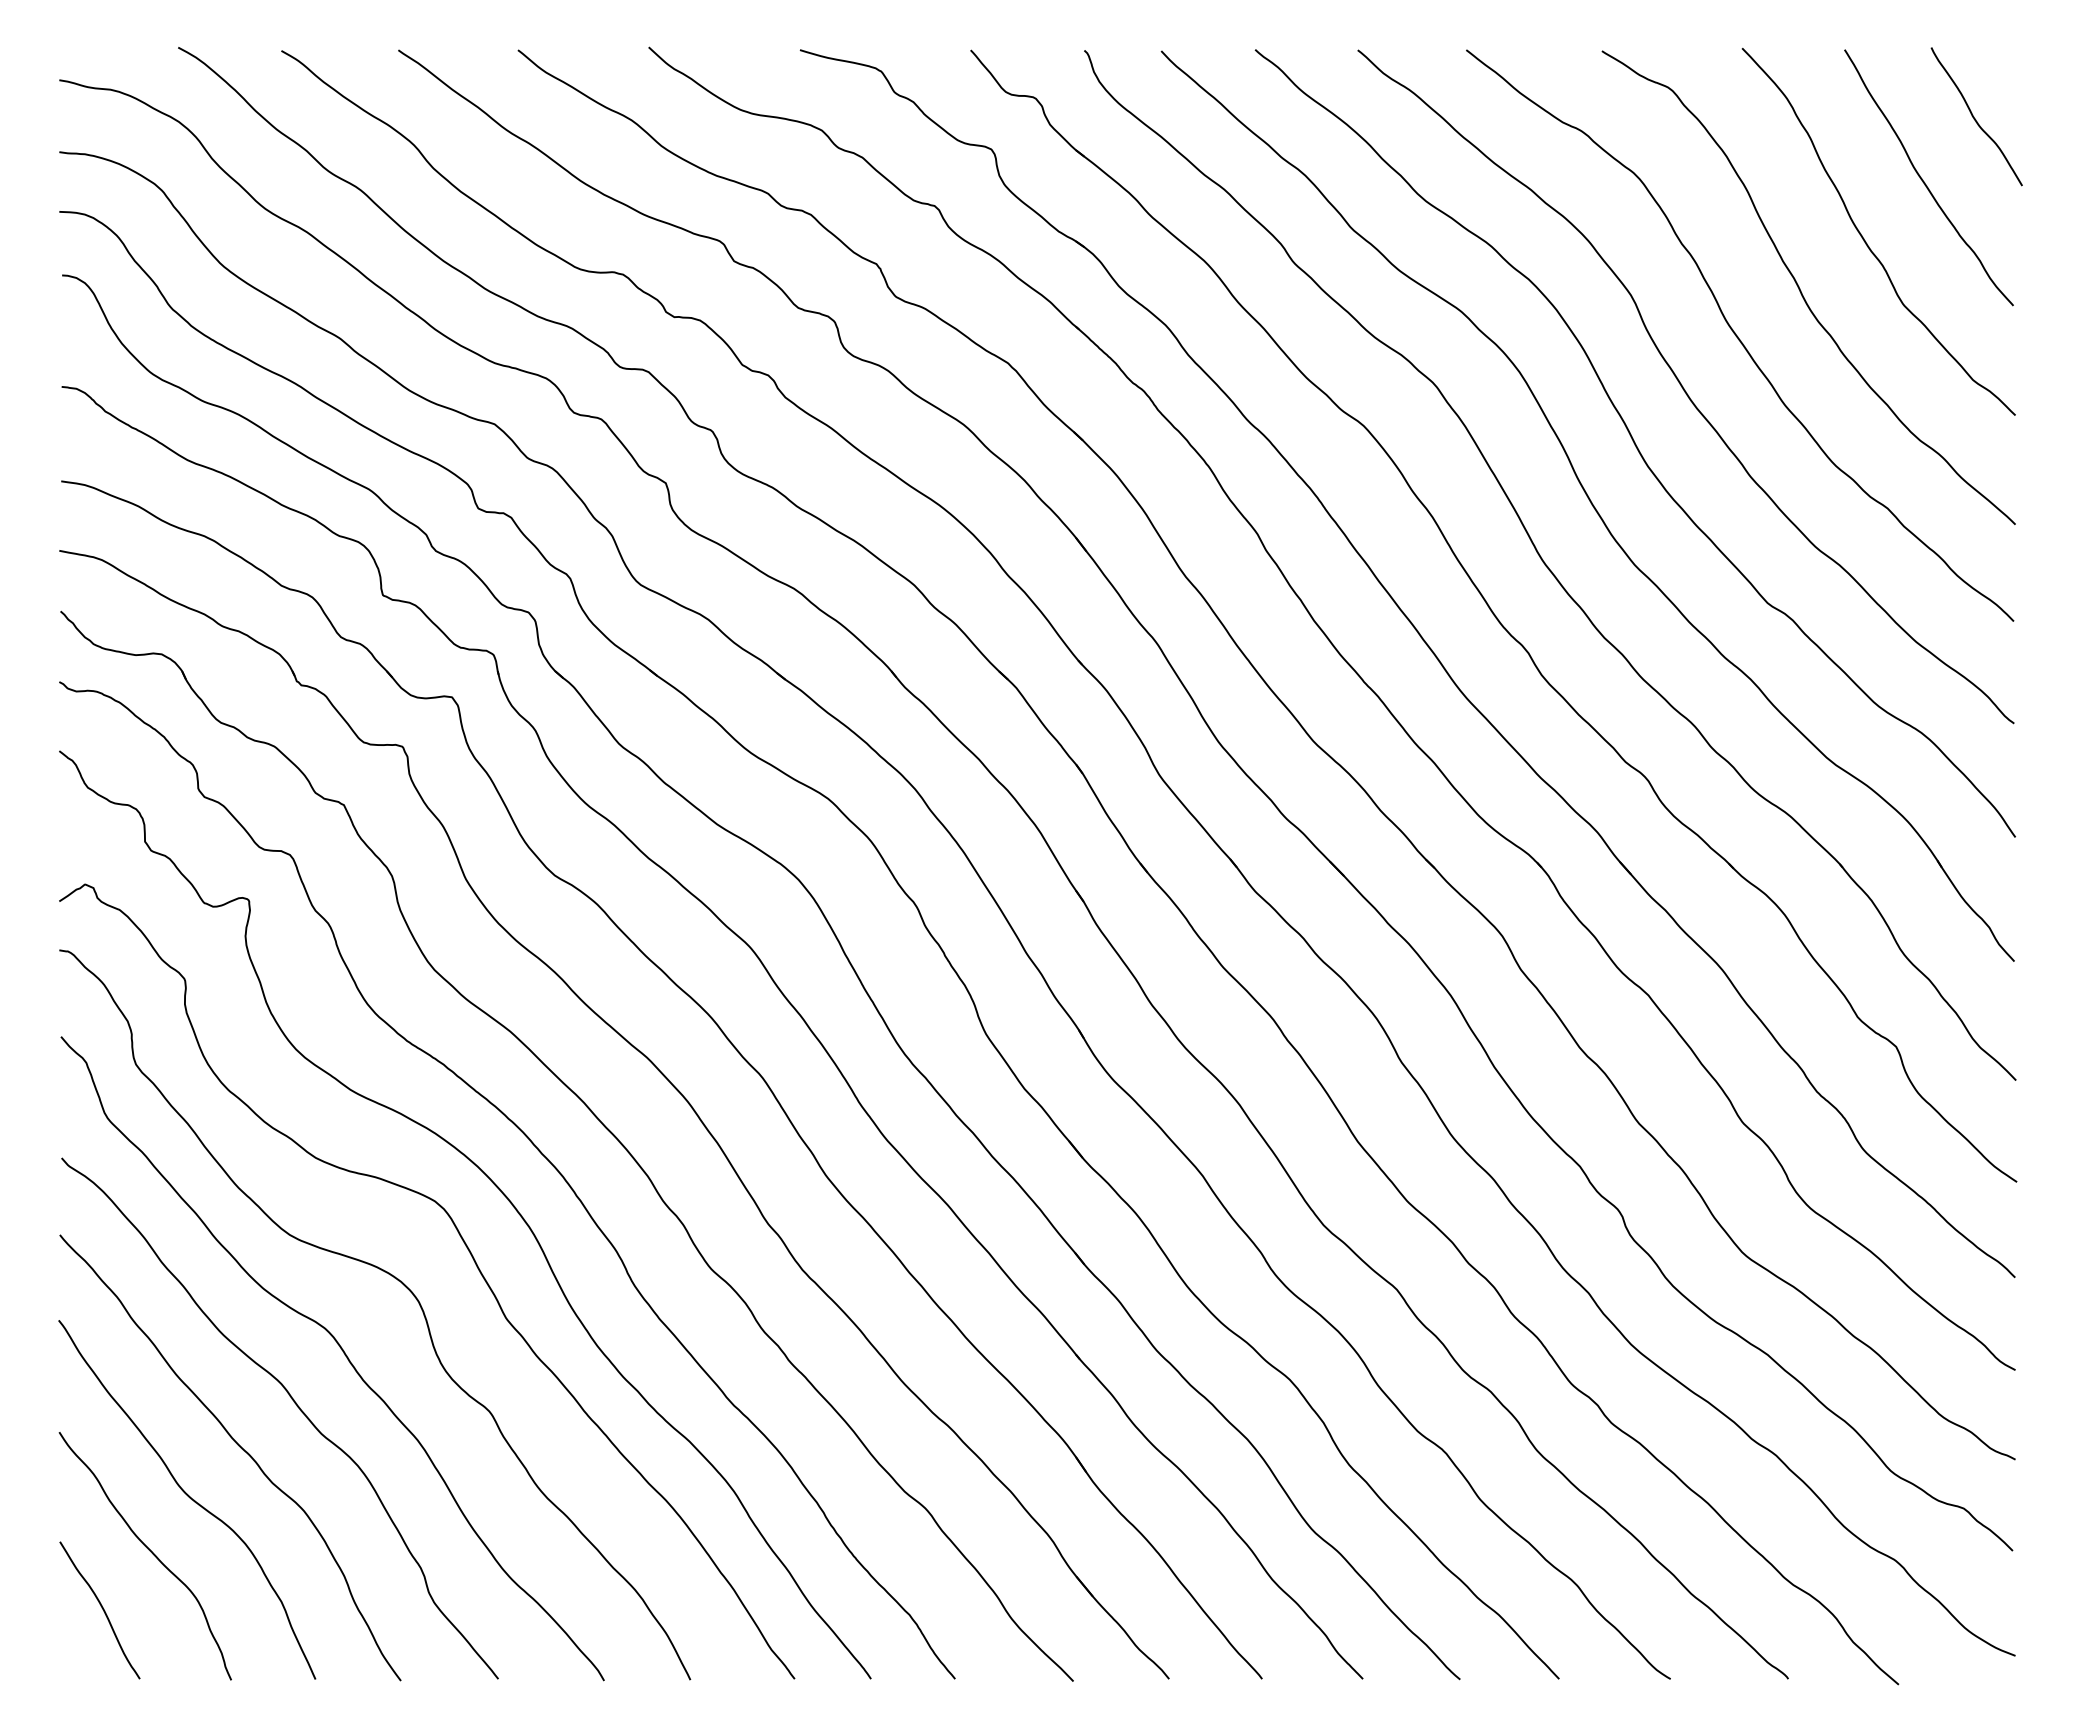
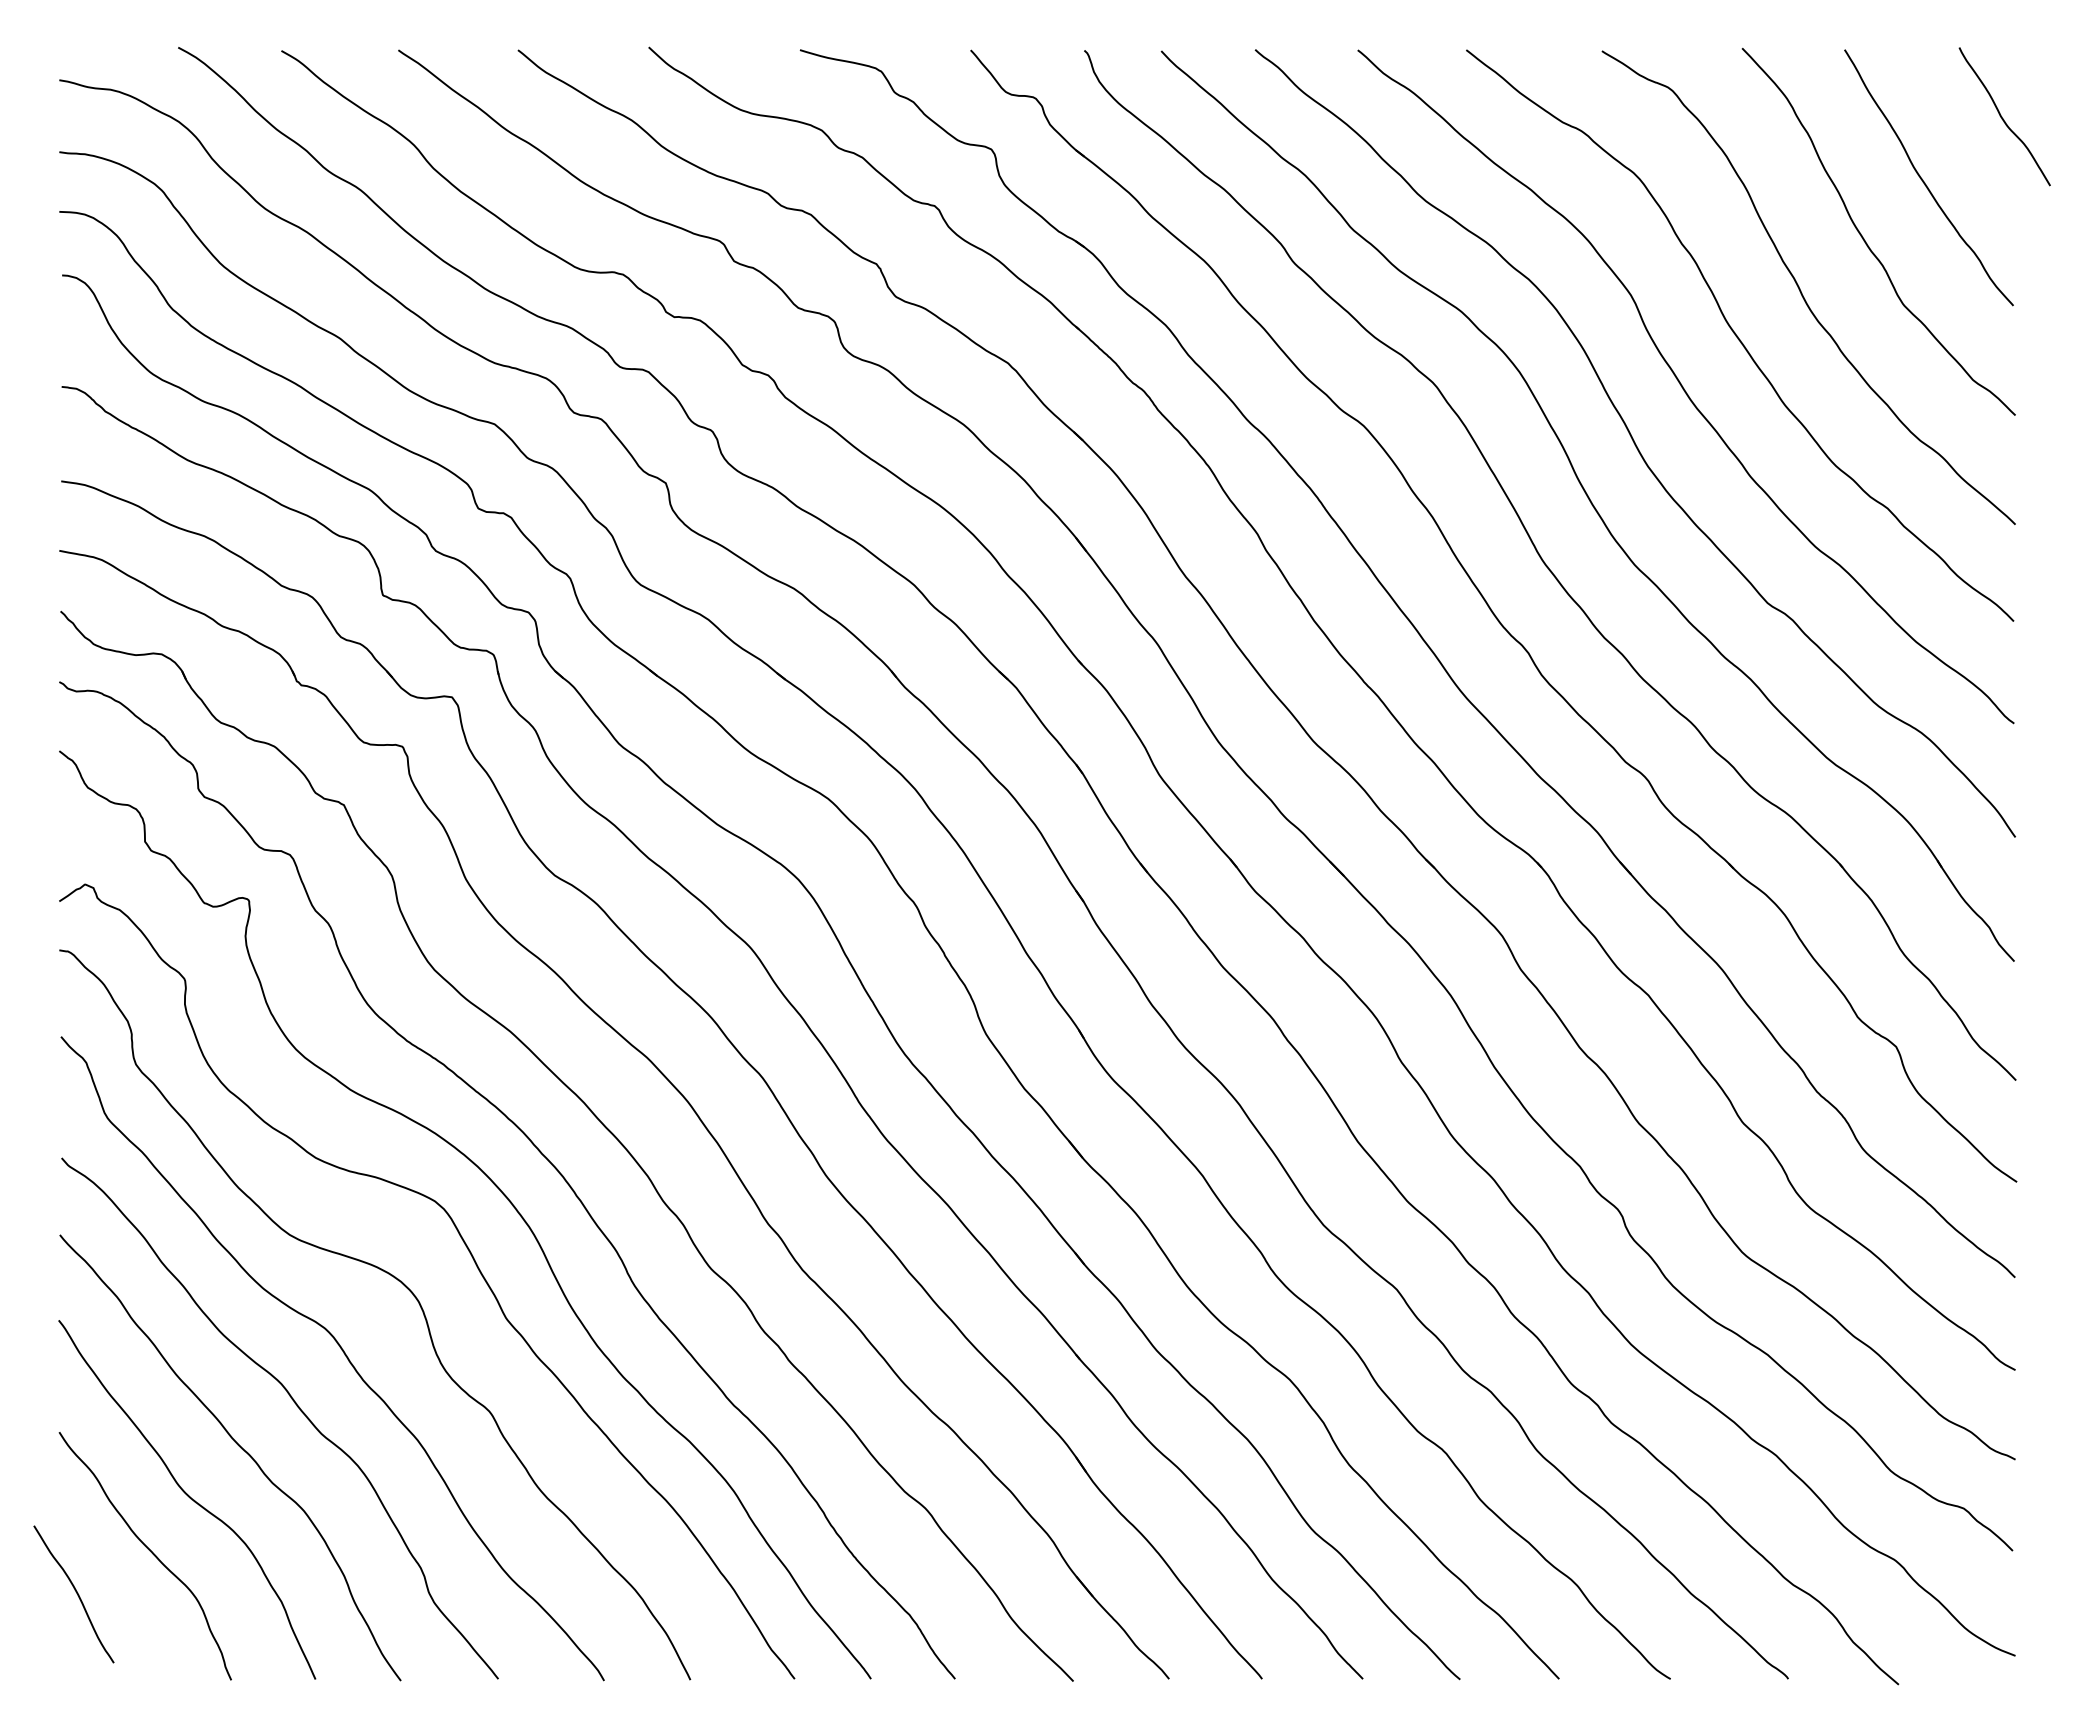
curve at (1974, 116) position: (1974, 116) -> (2002, 116)
curve at (101, 1608) position: (101, 1608) -> (75, 1592)
